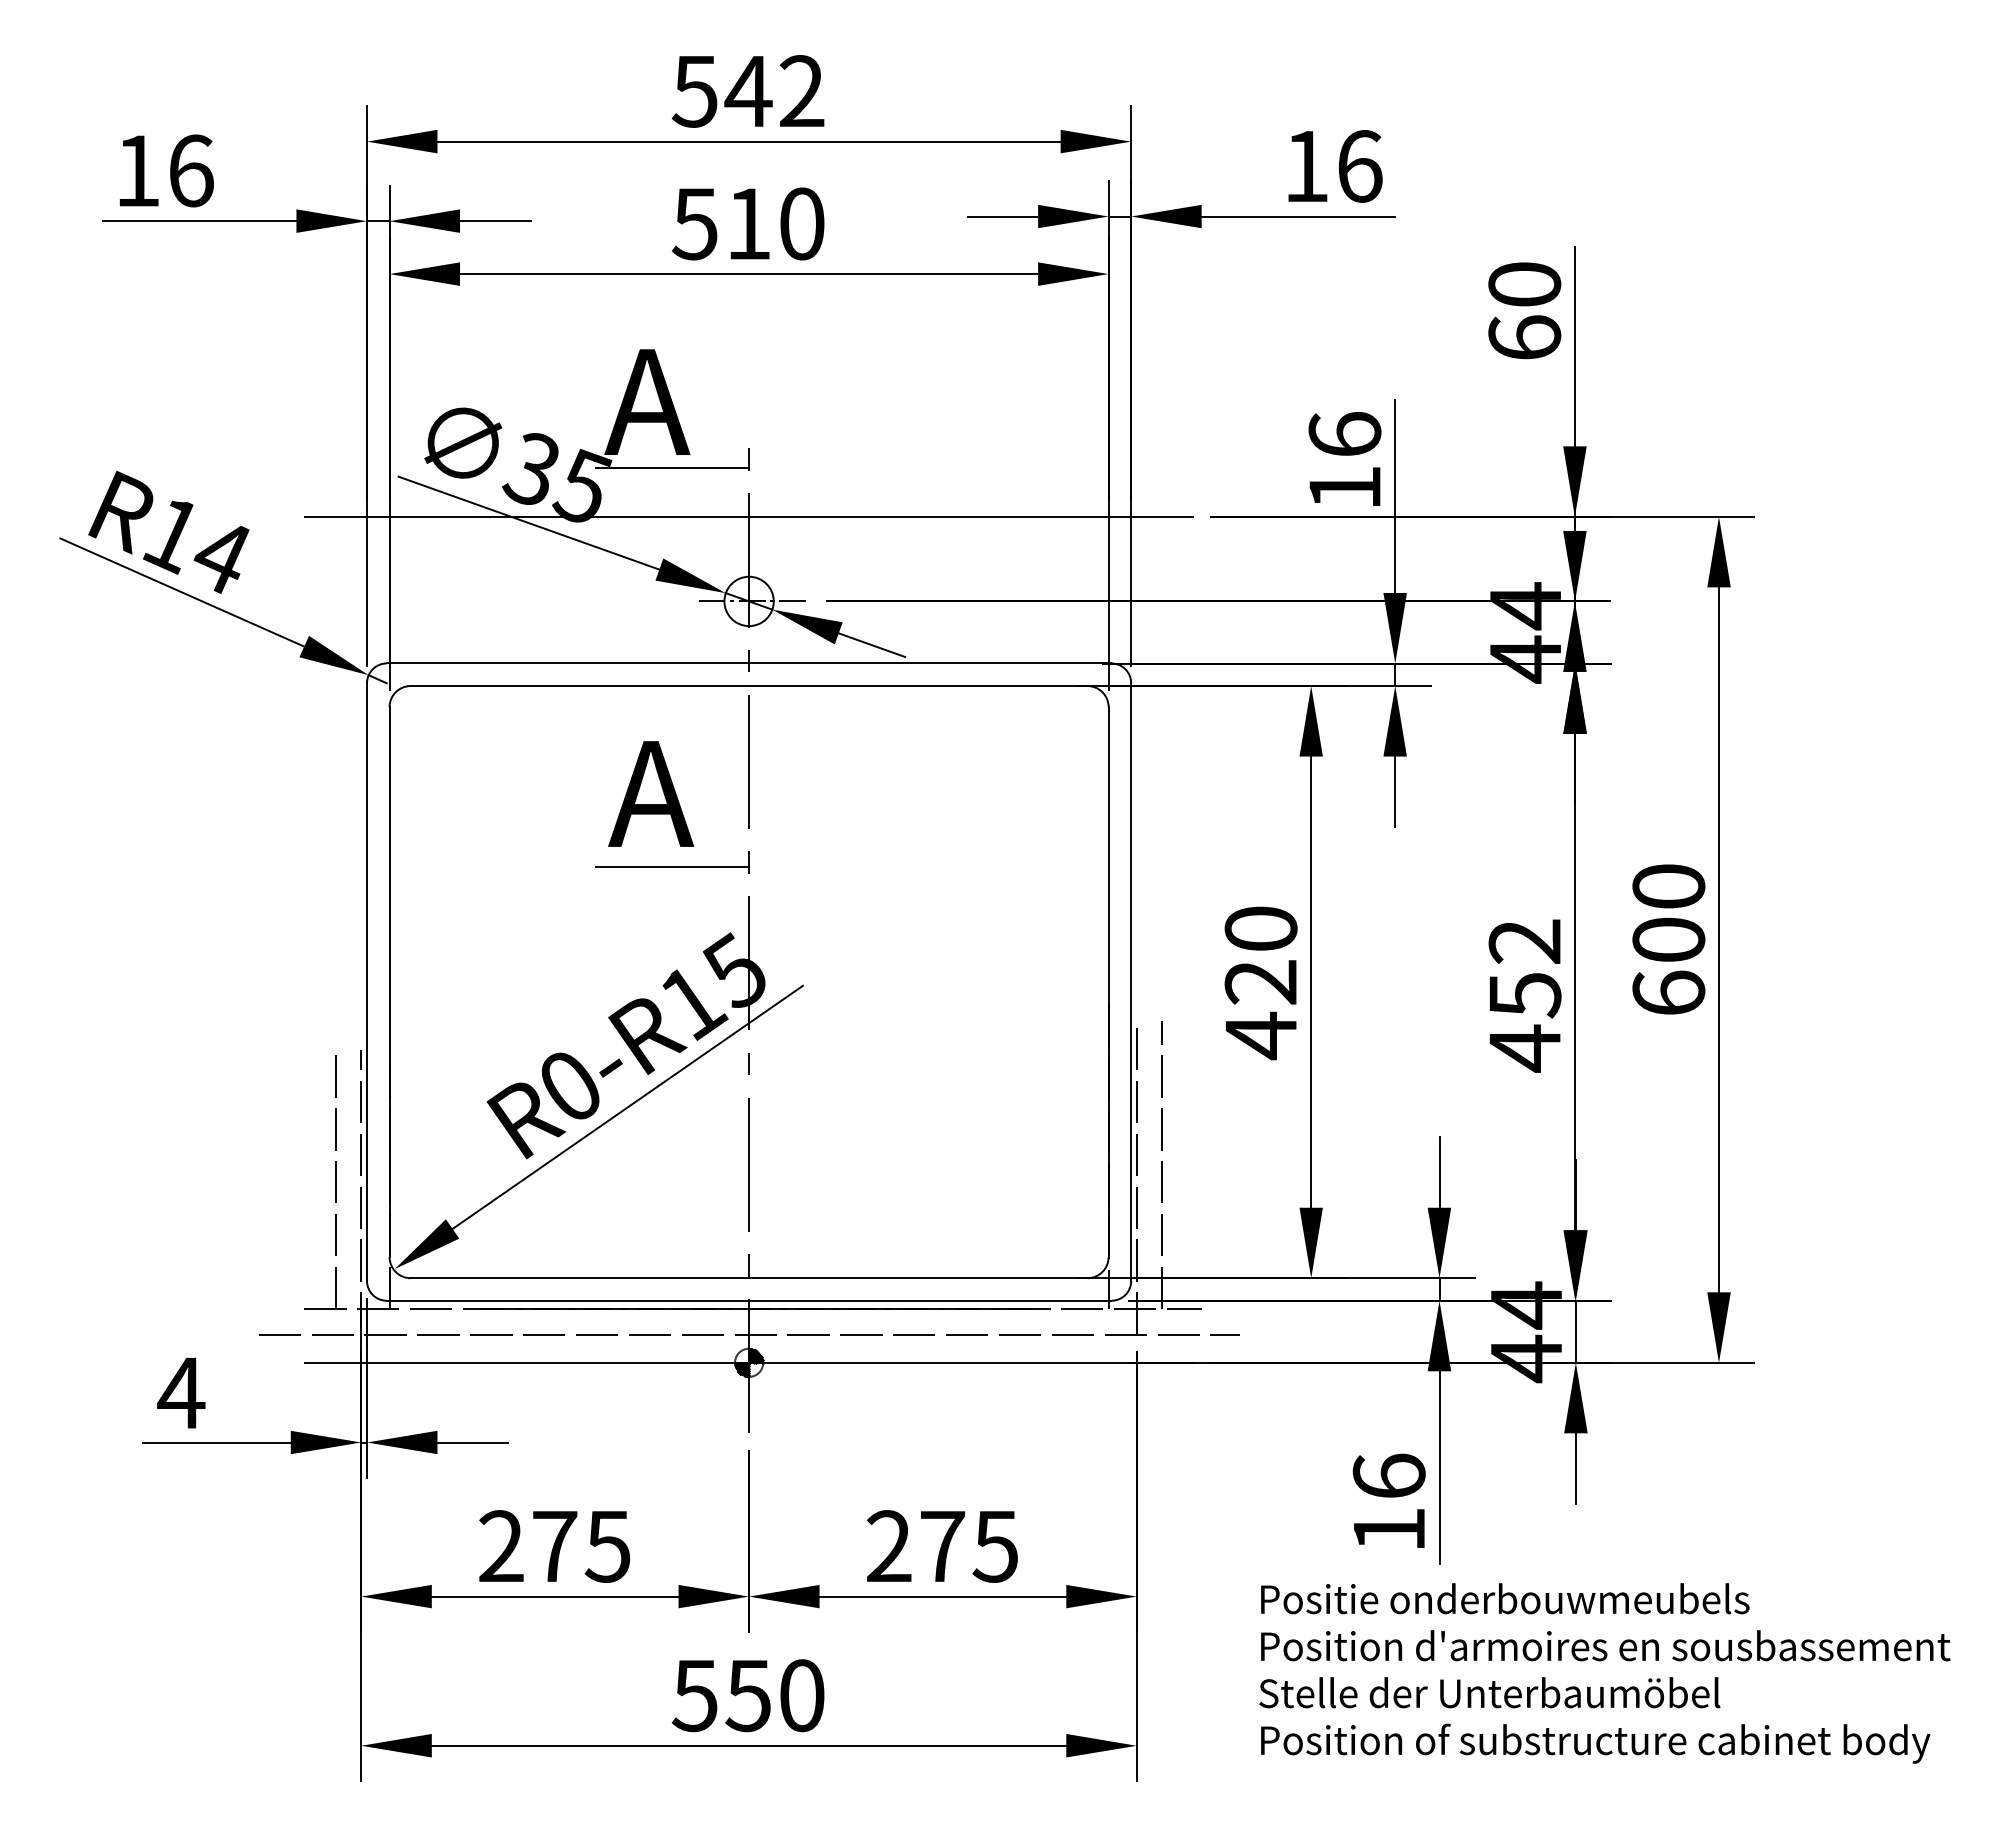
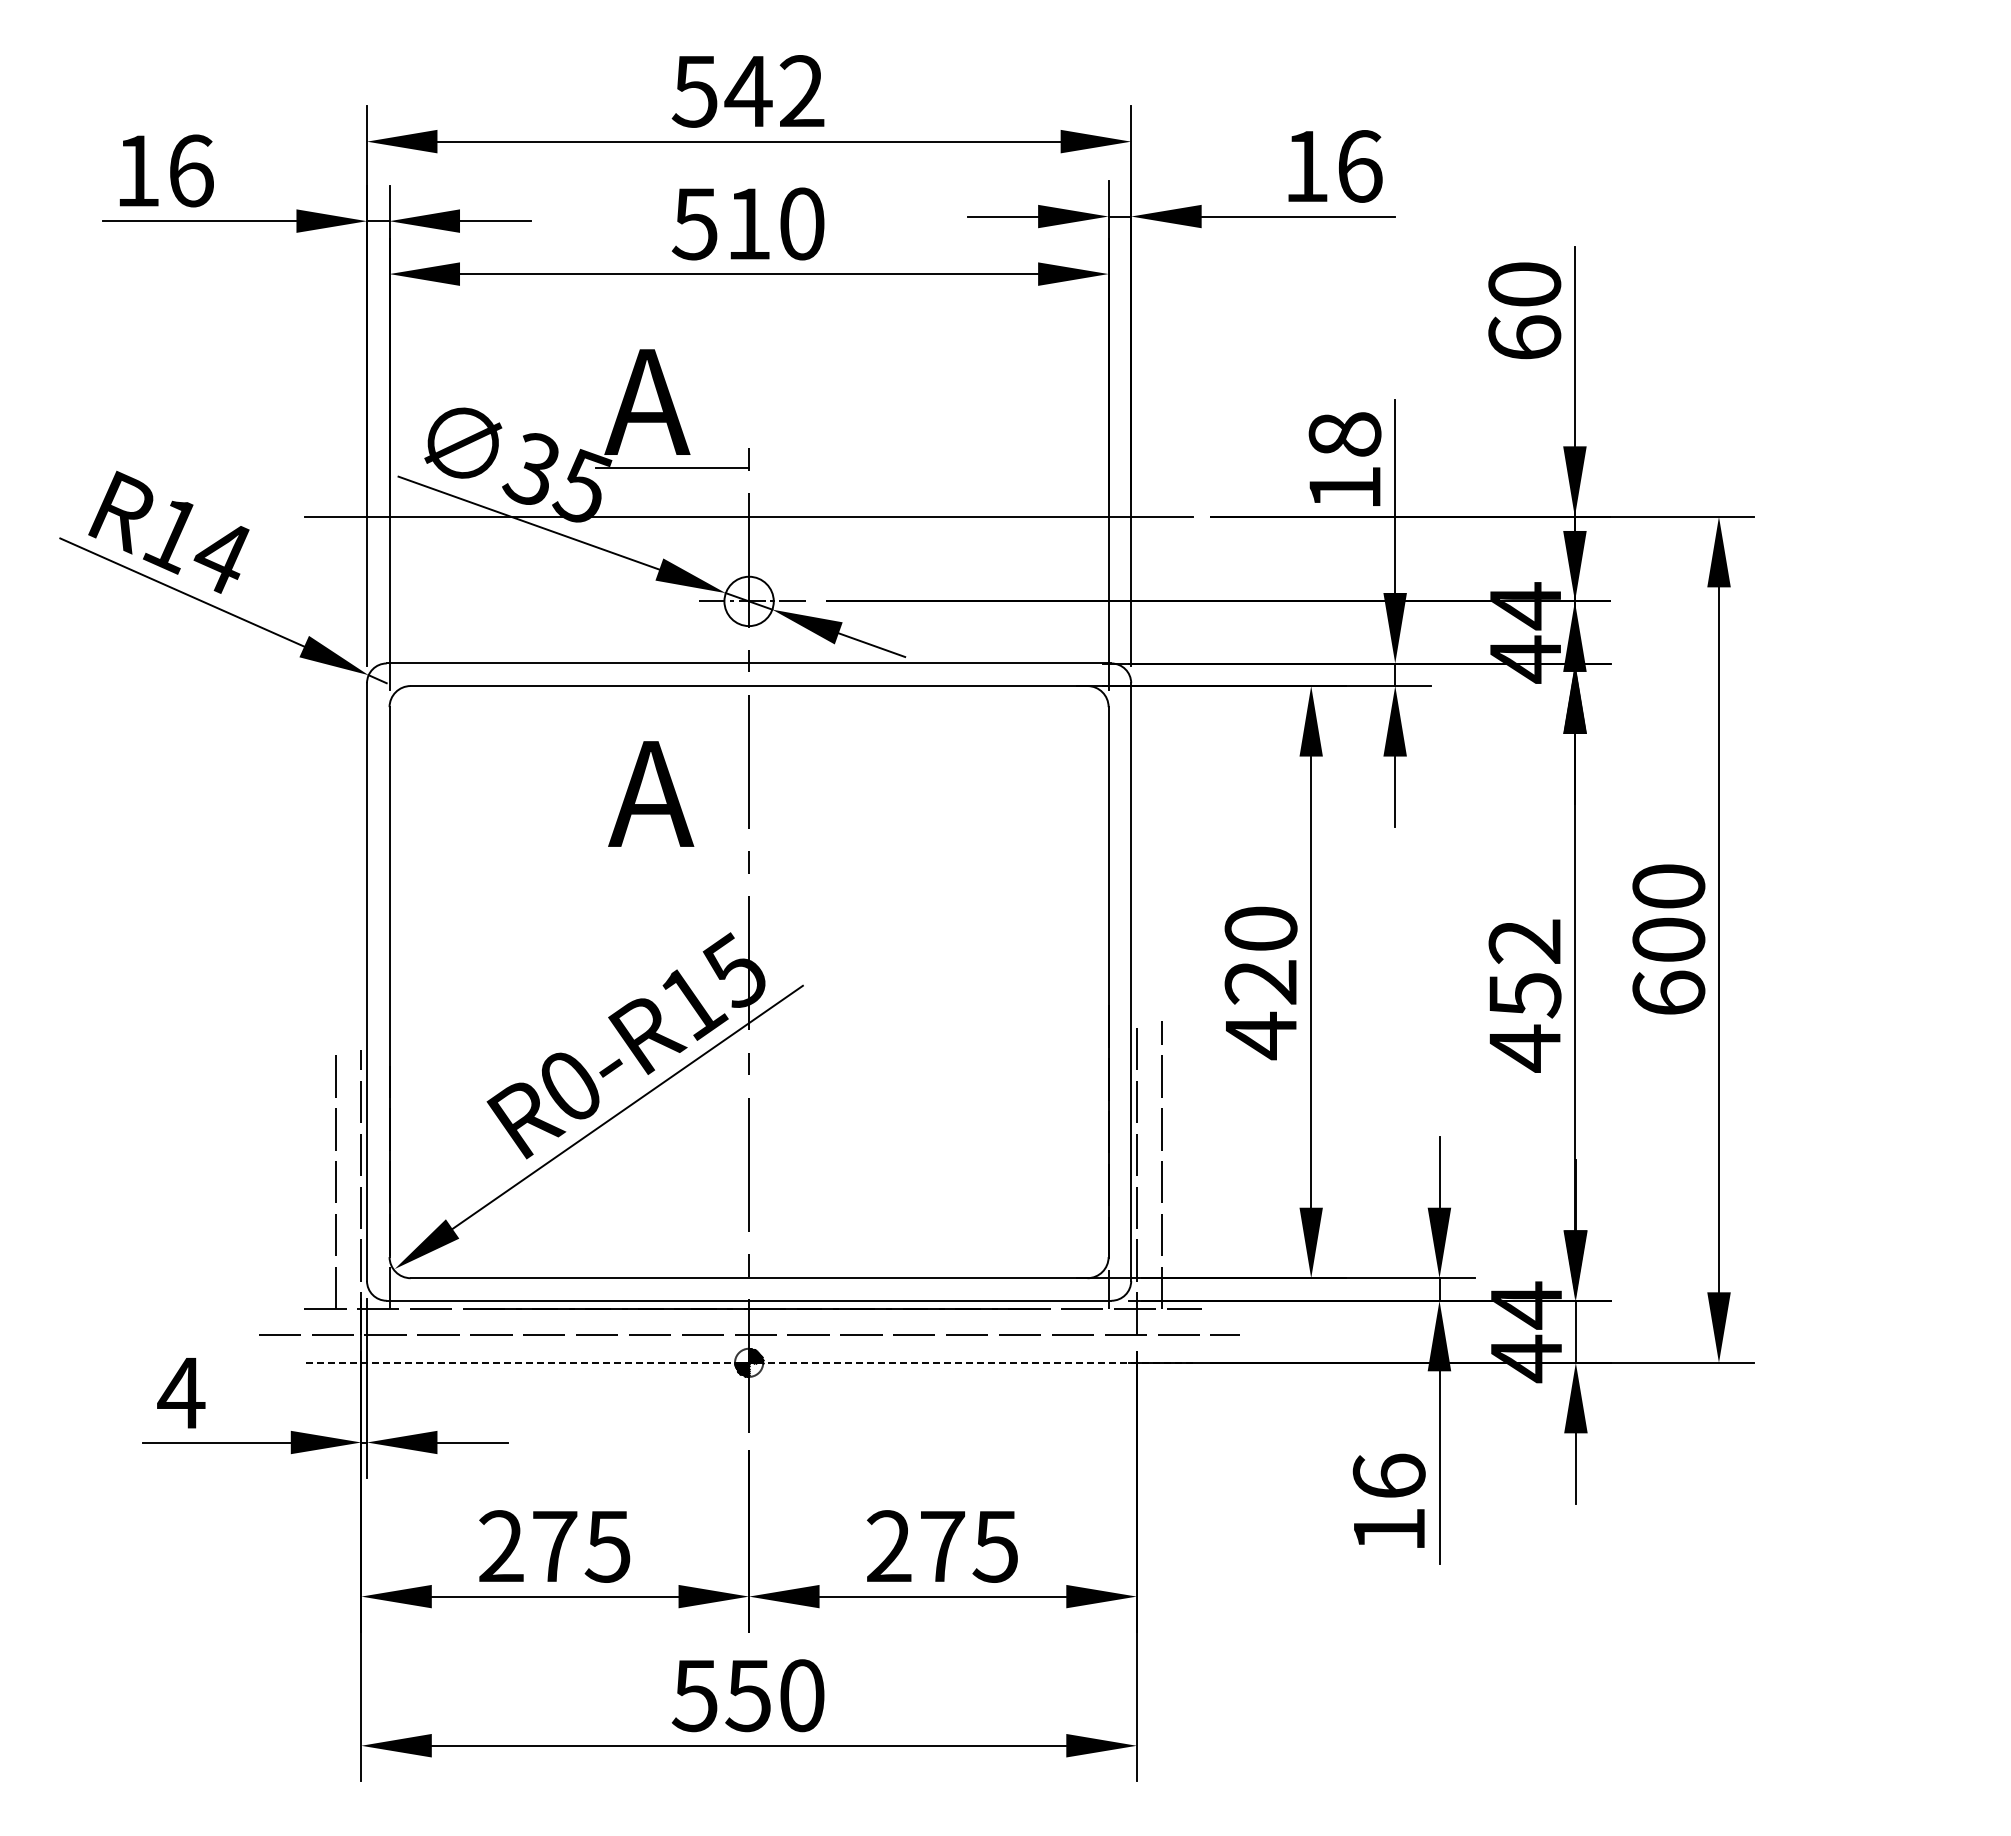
text at (1344, 434): 16 -> 18
line at (672, 866): present -> none
line at (748, 1362): solid -> dashed
part at (1601, 1661): present -> none
